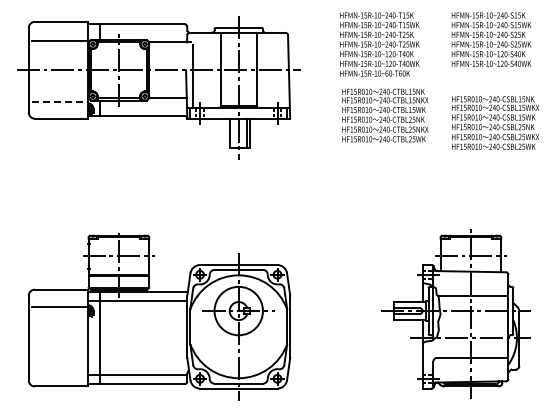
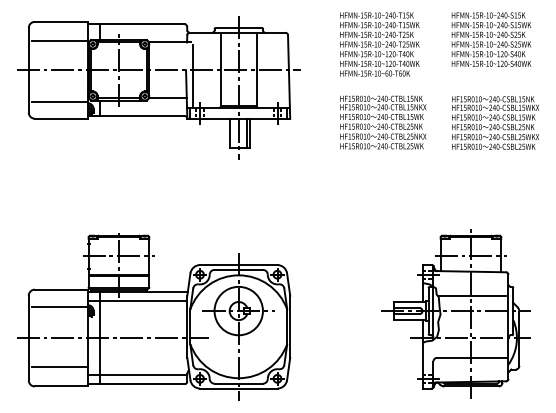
line at (60, 101): dashed -> solid
text at (385, 115) position: (385, 115) -> (383, 122)
line at (112, 338): none -> present
line at (59, 367): none -> present
